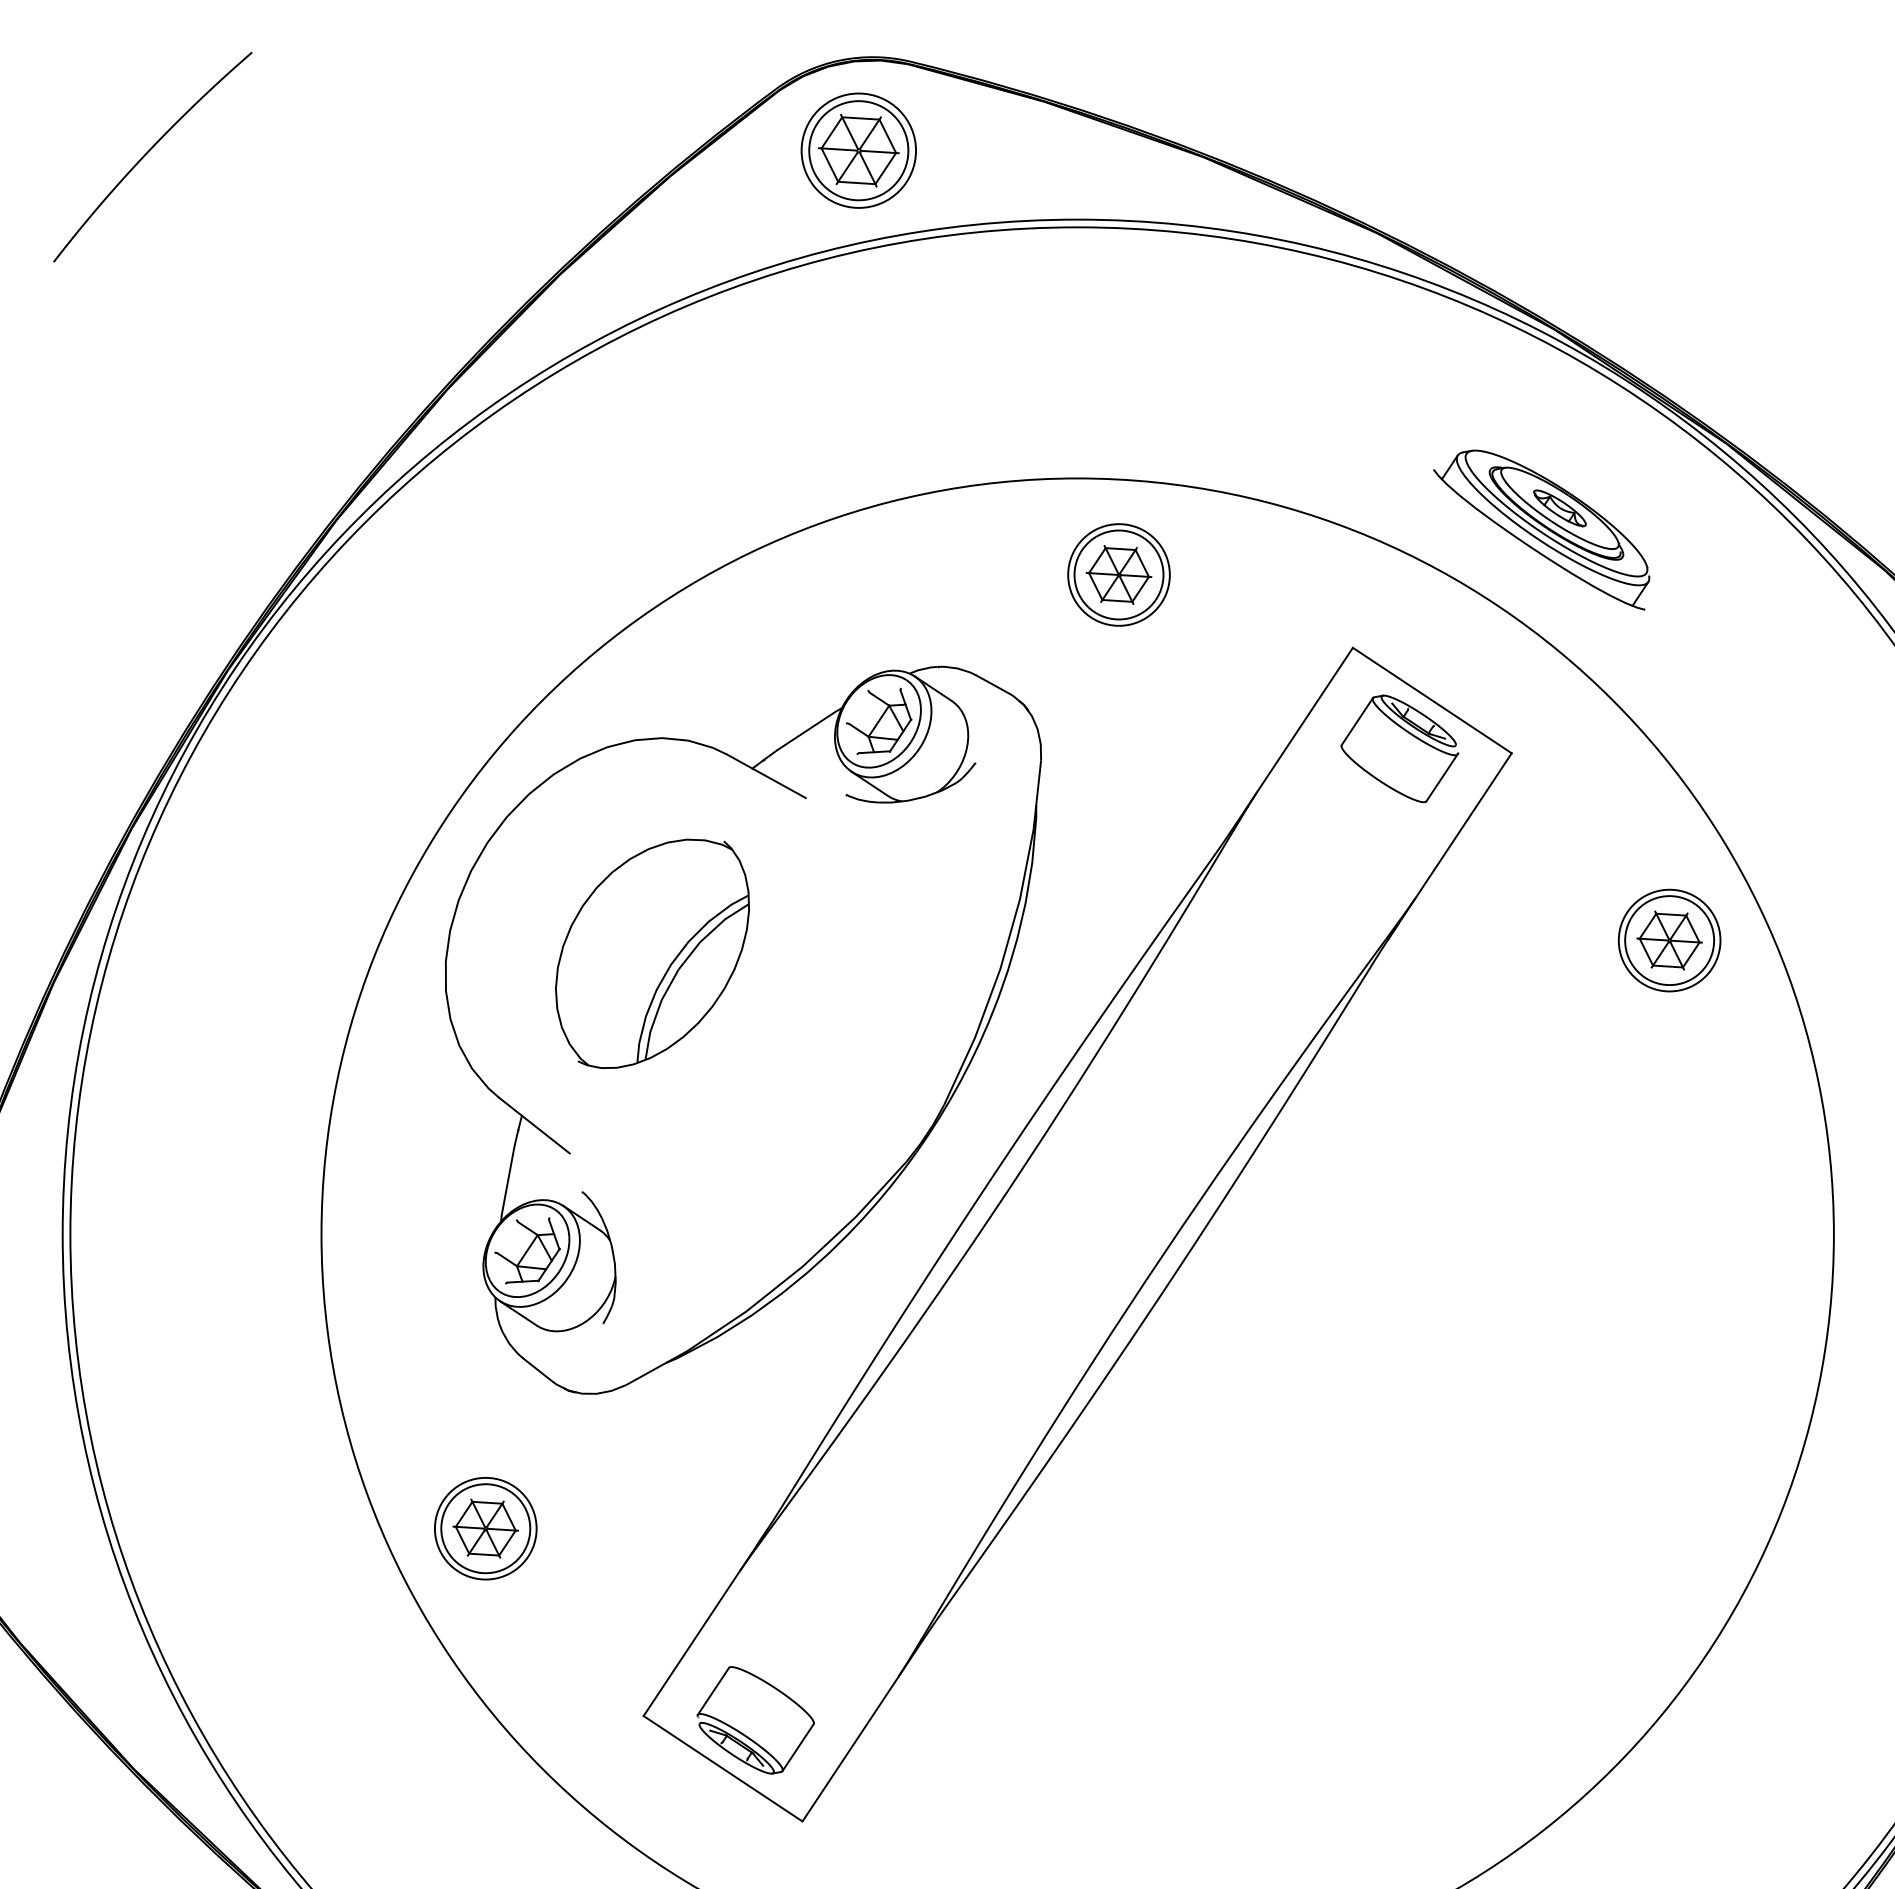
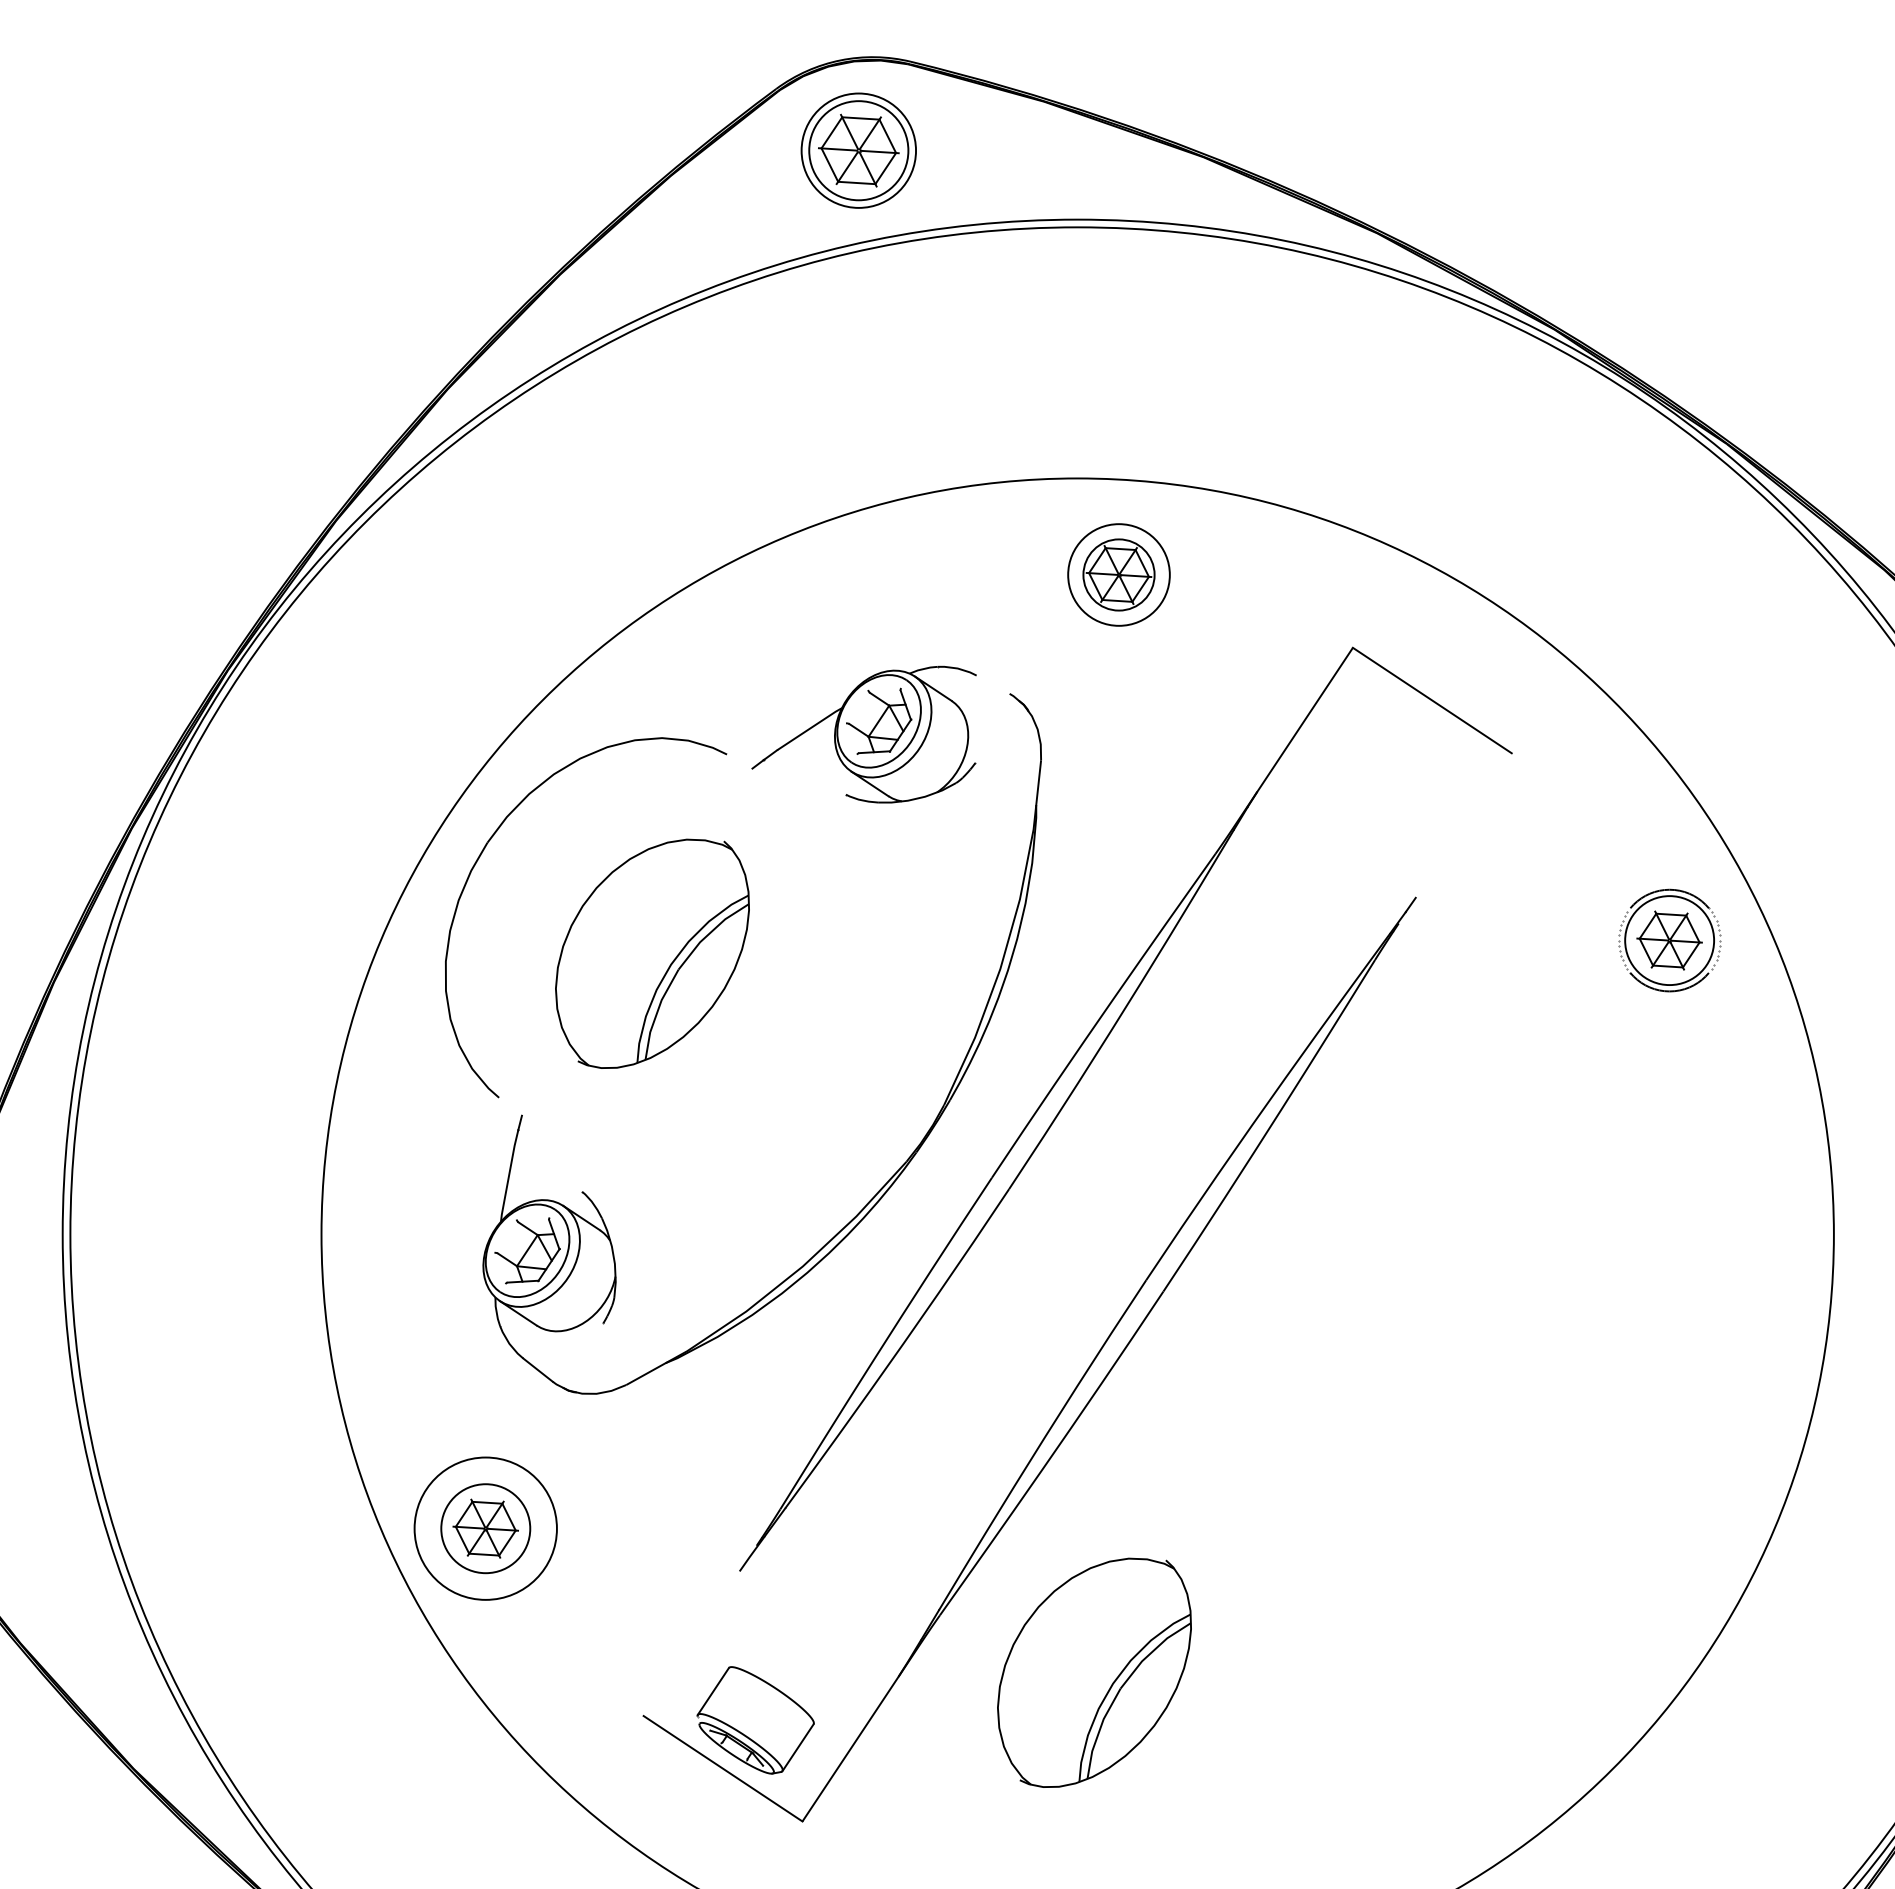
curve at (148, 152): present -> none
part at (1541, 529): present -> none
circle at (1118, 574) diameter: 89 px -> 71 px
line at (992, 684): present -> none
part at (1399, 748): present -> none
line at (766, 776): present -> none
line at (1449, 846): present -> none
circle at (1669, 940): solid -> dashed
line at (534, 1125): present -> none
circle at (485, 1528) diameter: 102 px -> 142 px
line at (705, 1622): present -> none
part at (1094, 1672): none -> present
